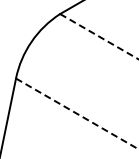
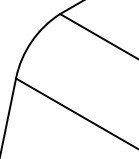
line at (99, 37): dashed -> solid
line at (77, 114): dashed -> solid
